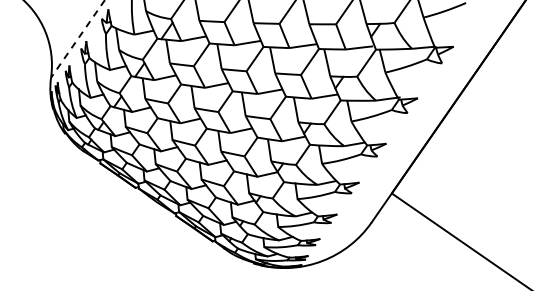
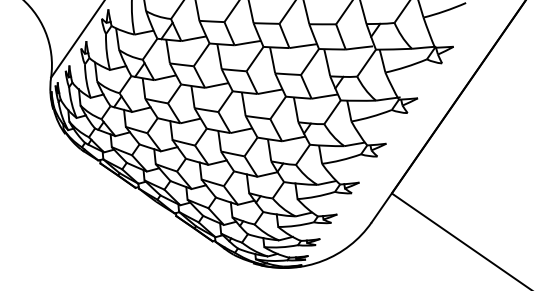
line at (77, 39): dashed -> solid
